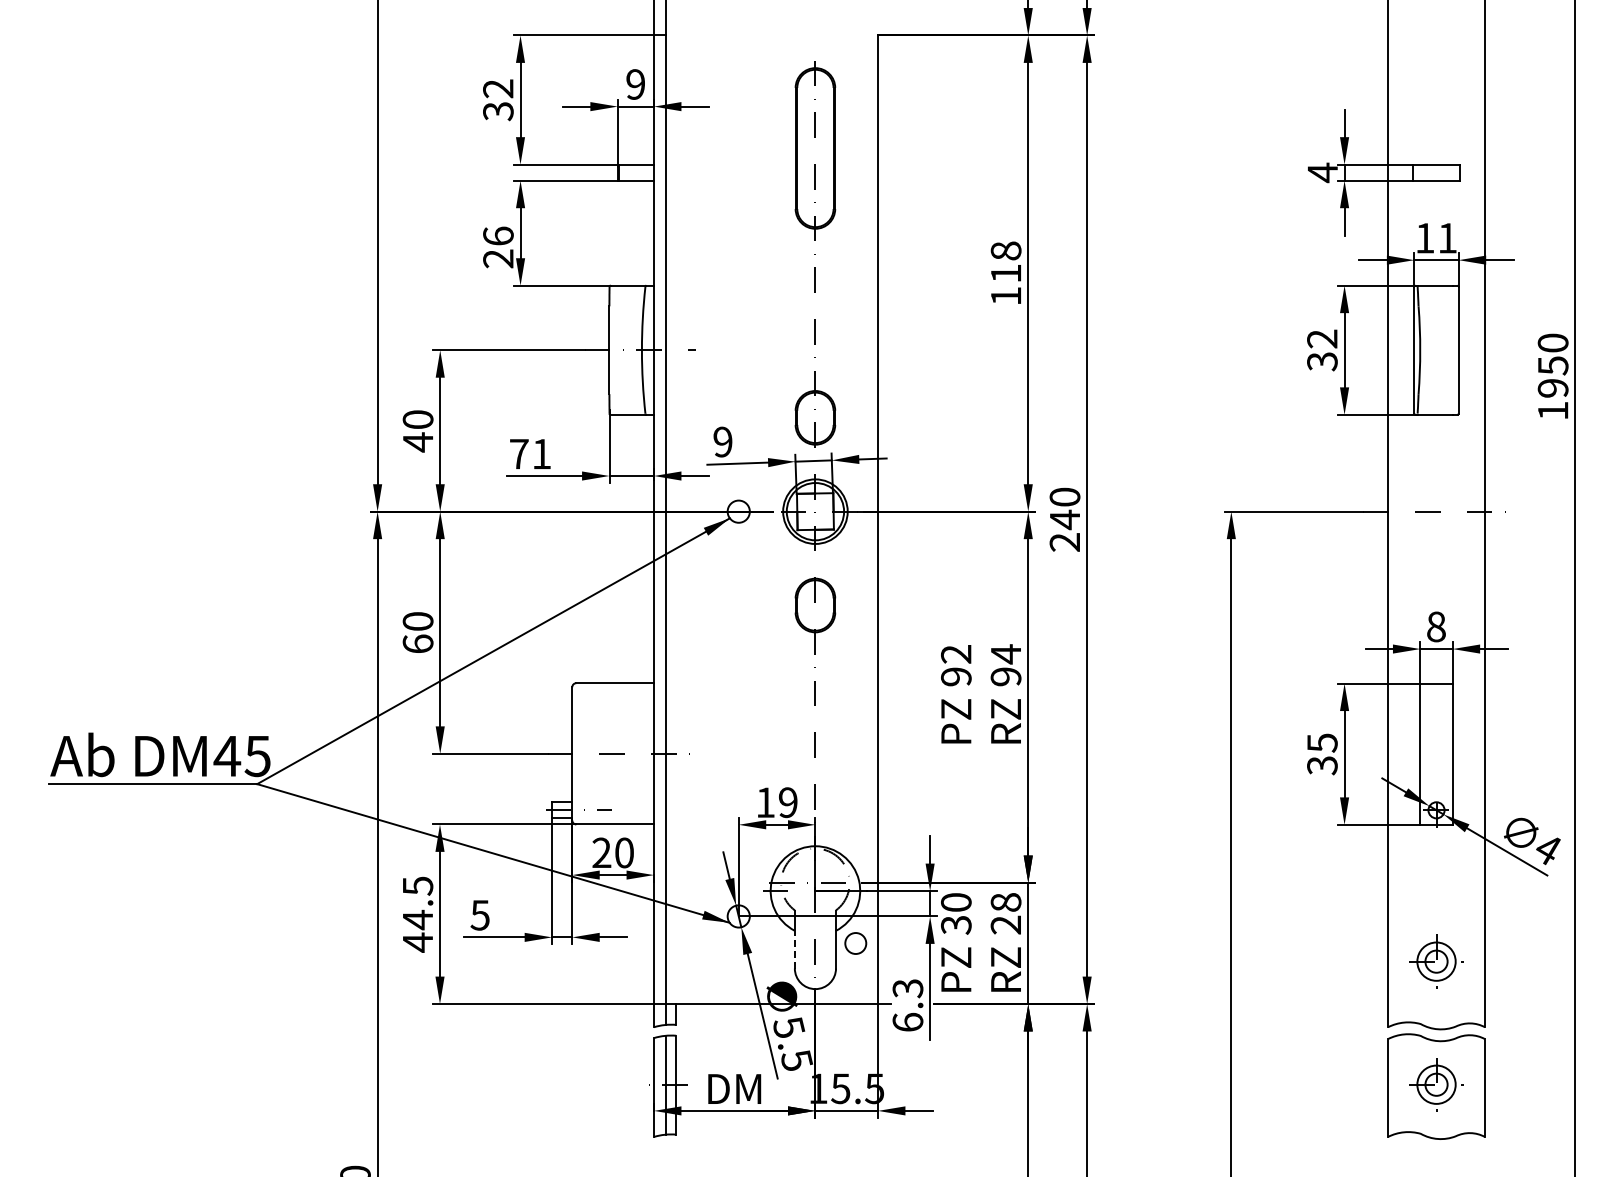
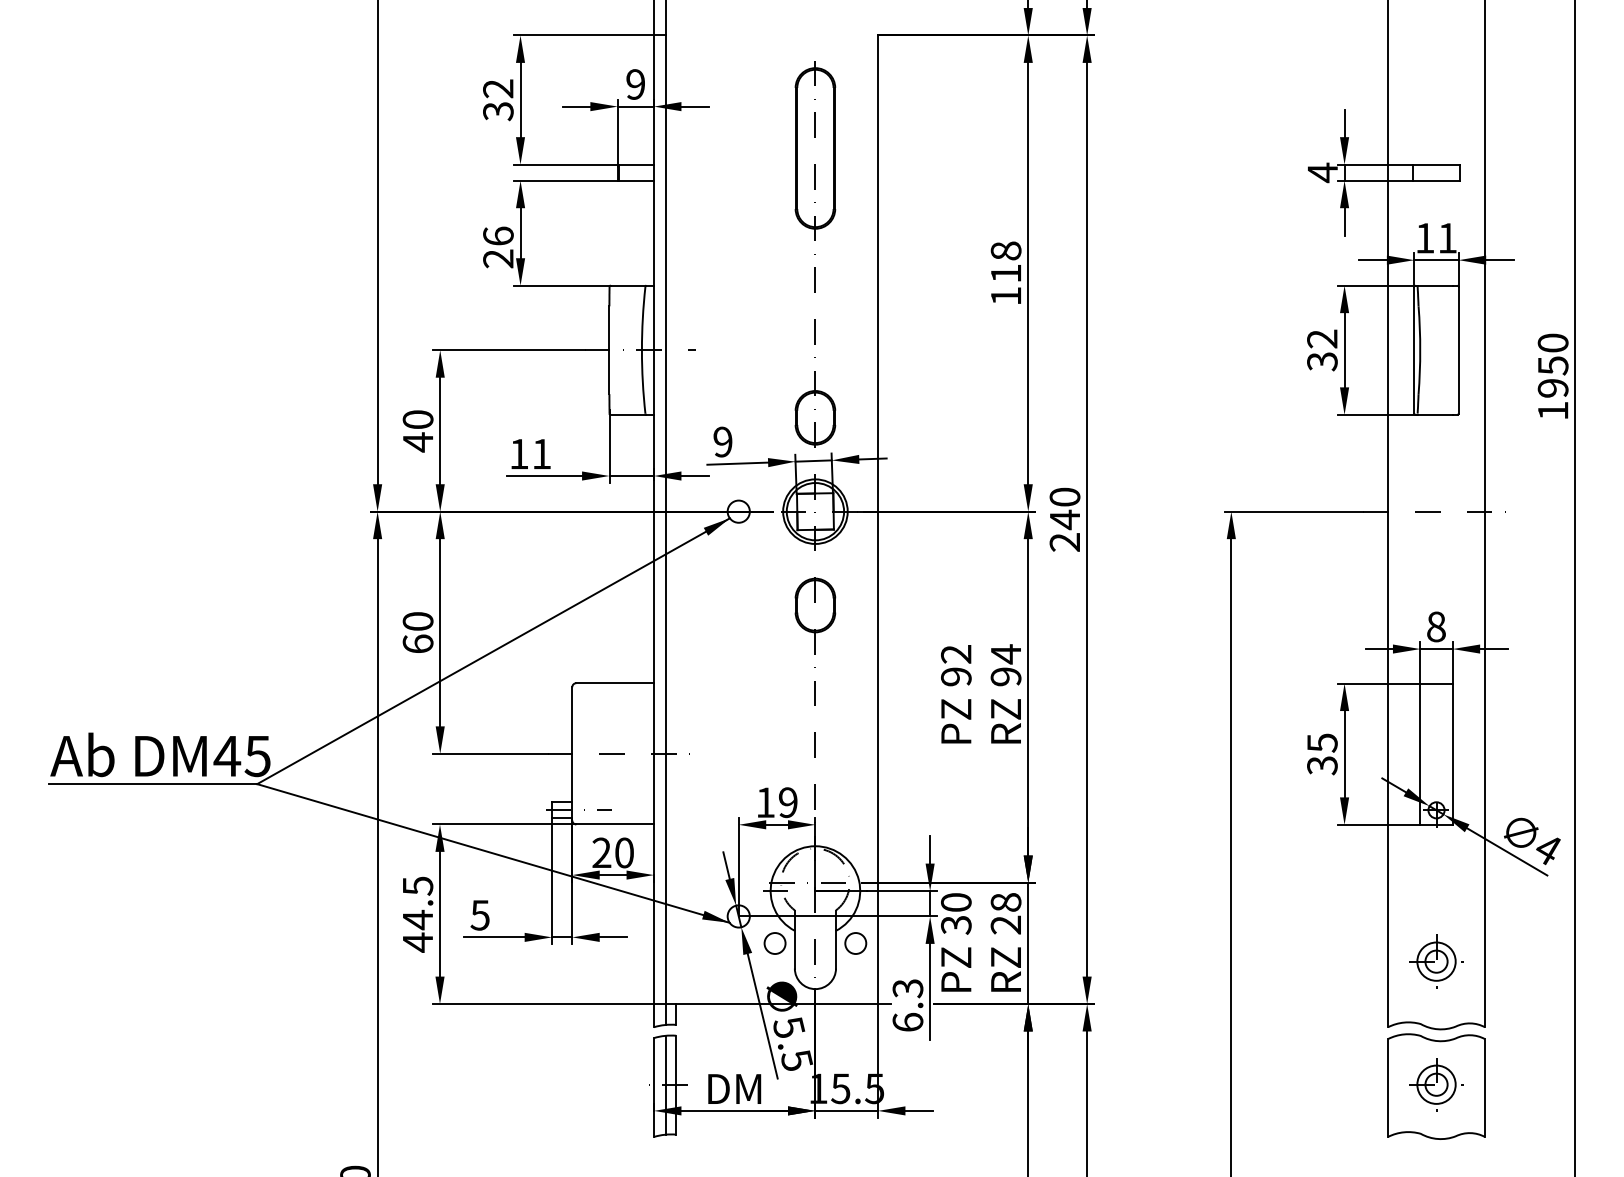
text at (519, 454): 71 -> 11
circle at (774, 943): none -> present
line at (794, 949): dashed -> solid
